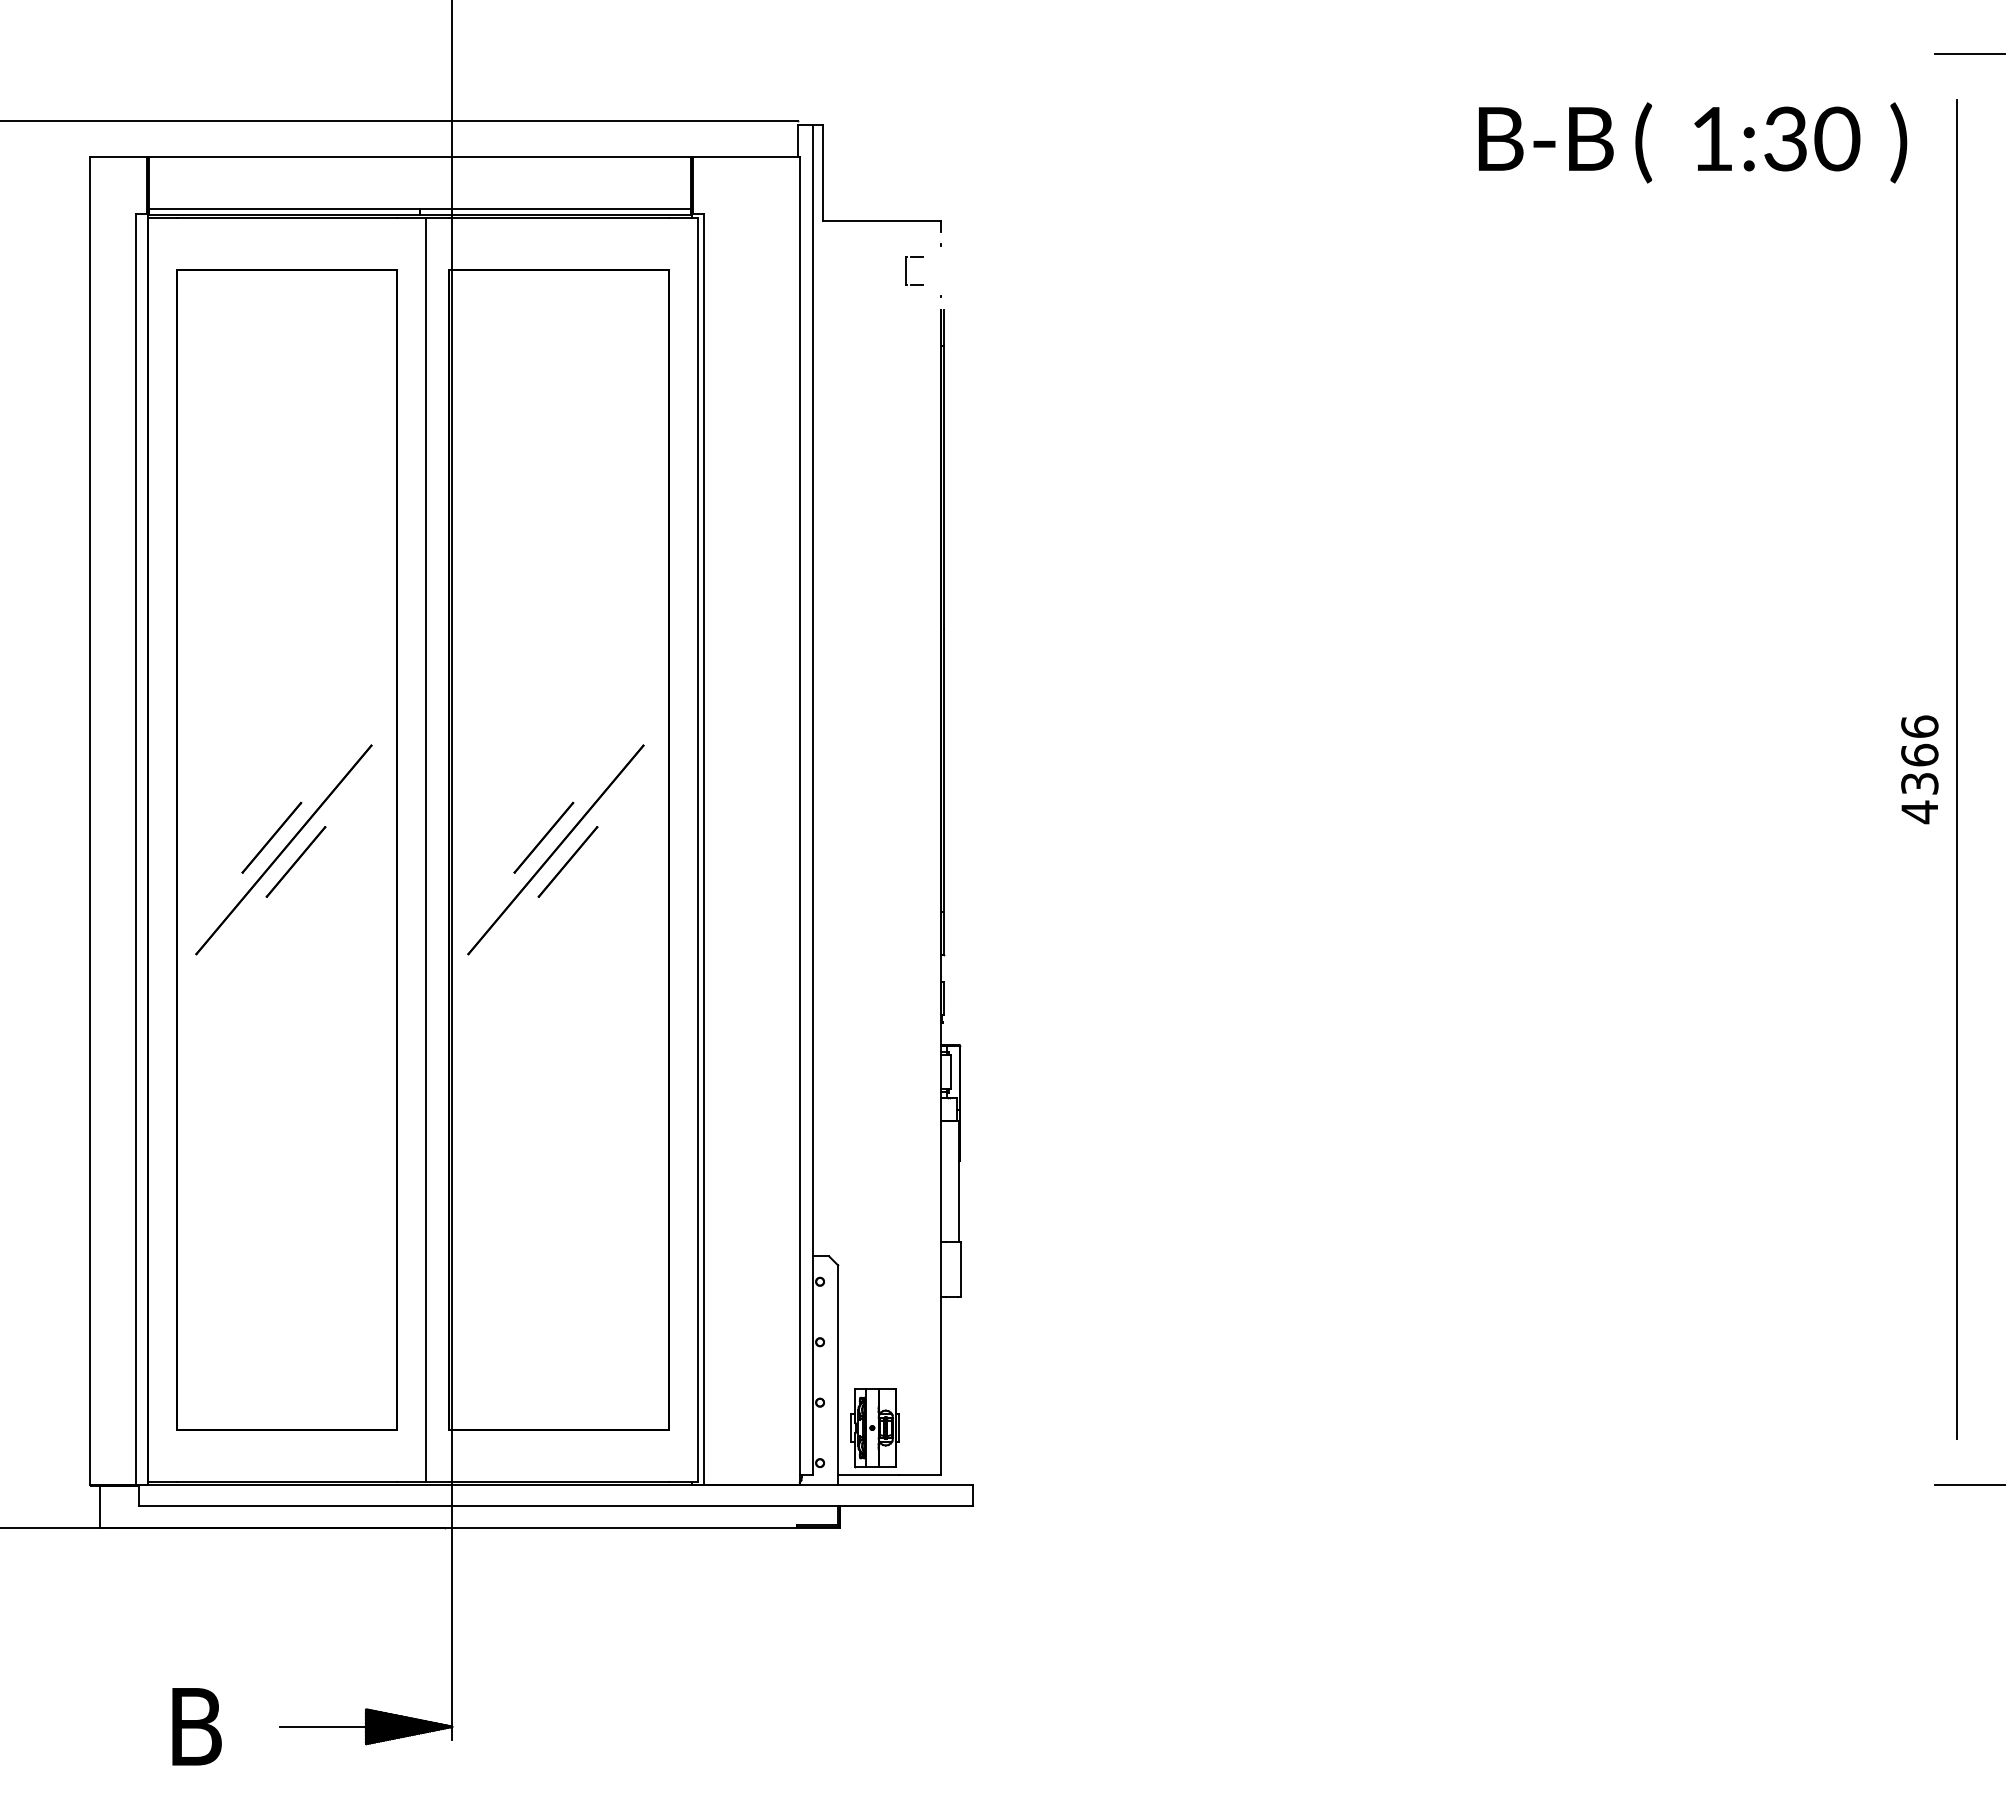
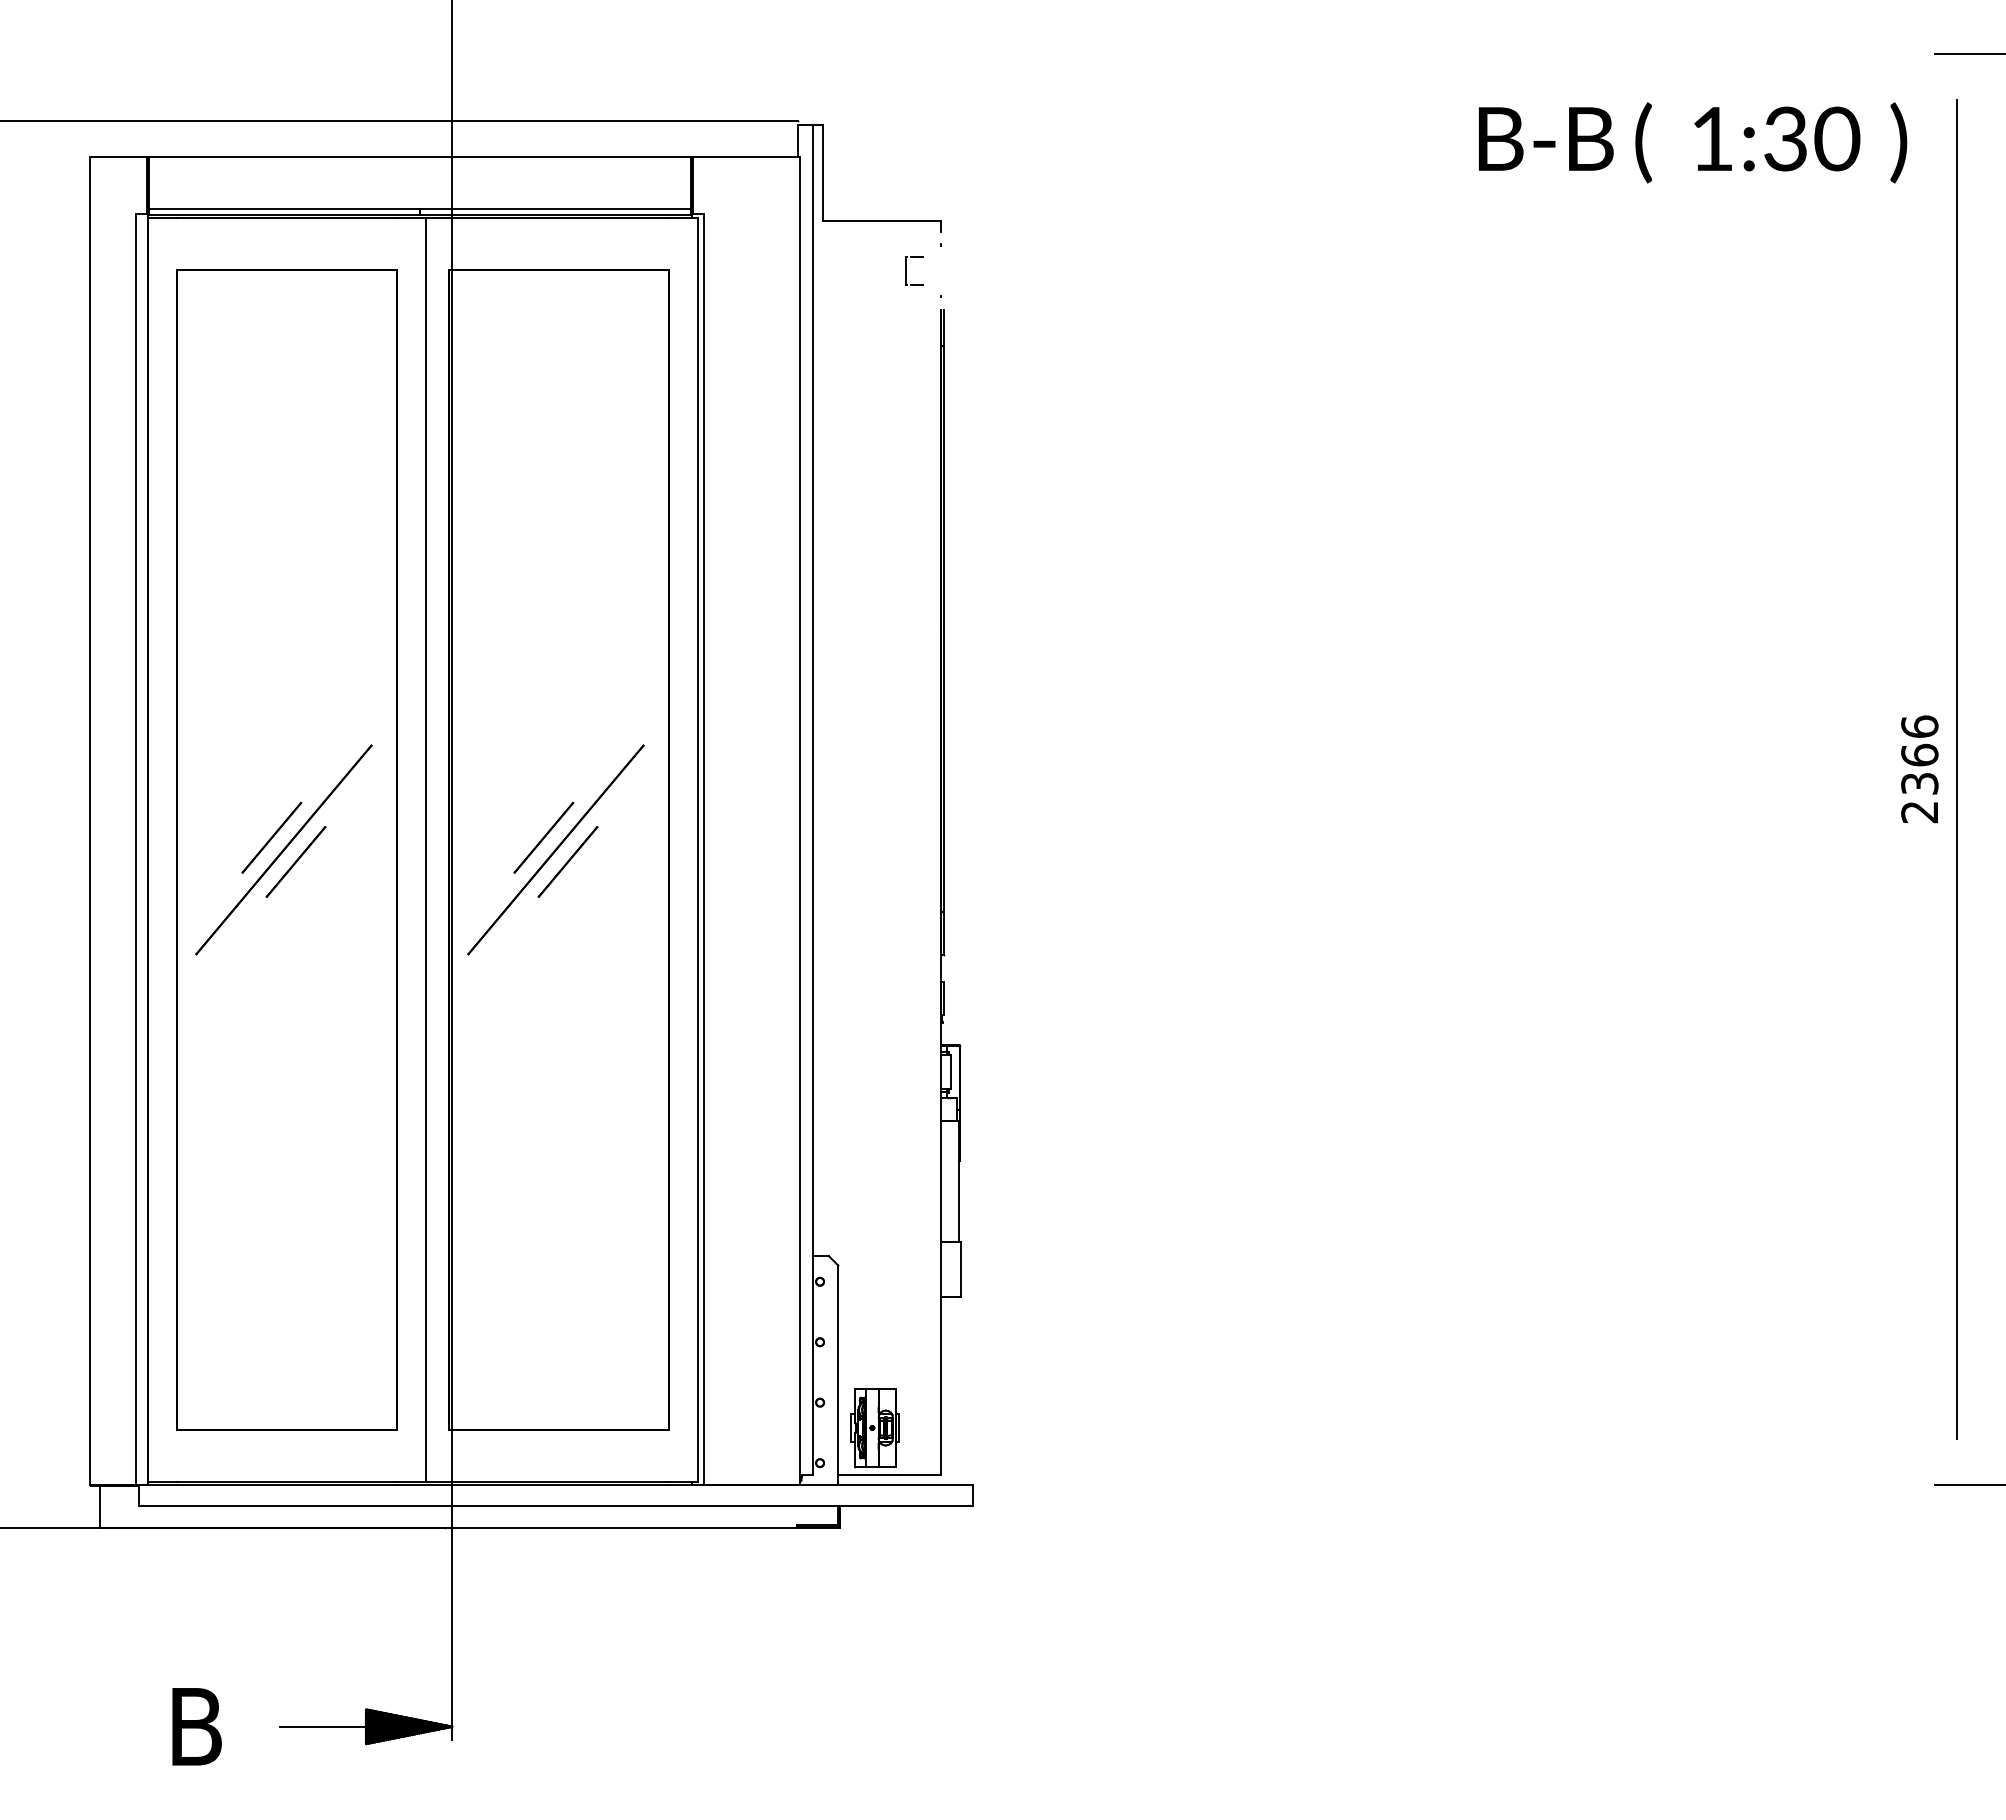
text at (1919, 812): 4366 -> 2366
